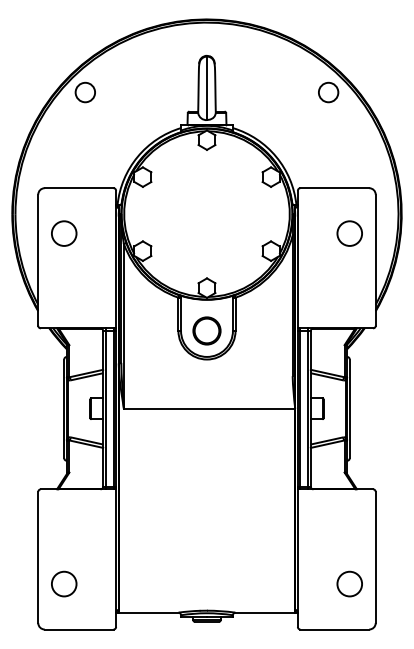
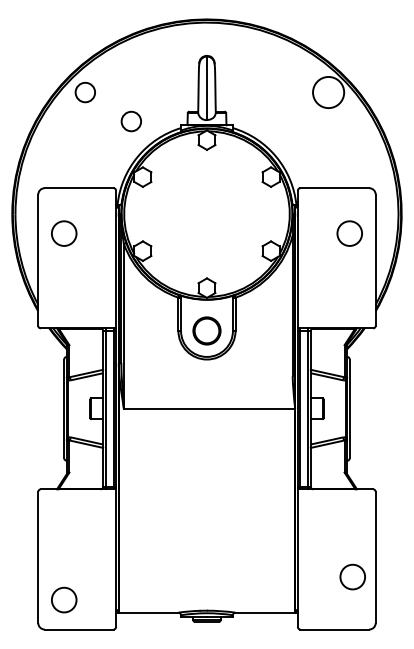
circle at (328, 92) diameter: 19 px -> 31 px
circle at (130, 121): none -> present
circle at (64, 583) position: (64, 583) -> (64, 599)
circle at (349, 583) position: (349, 583) -> (352, 576)
